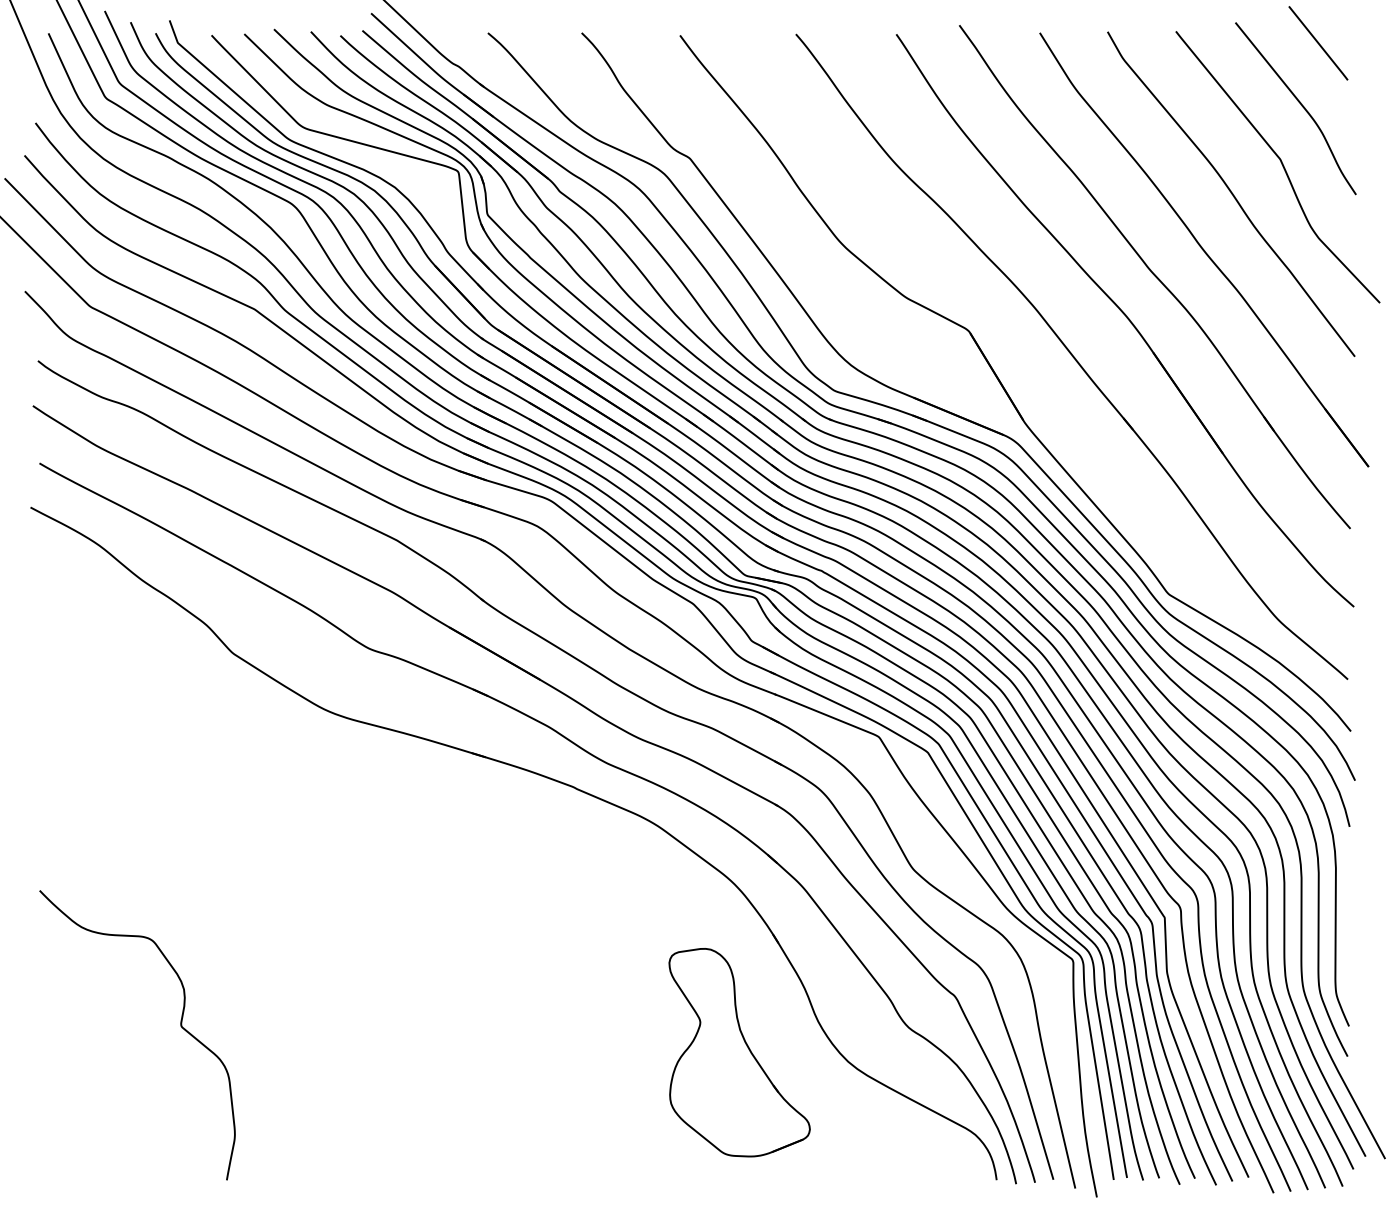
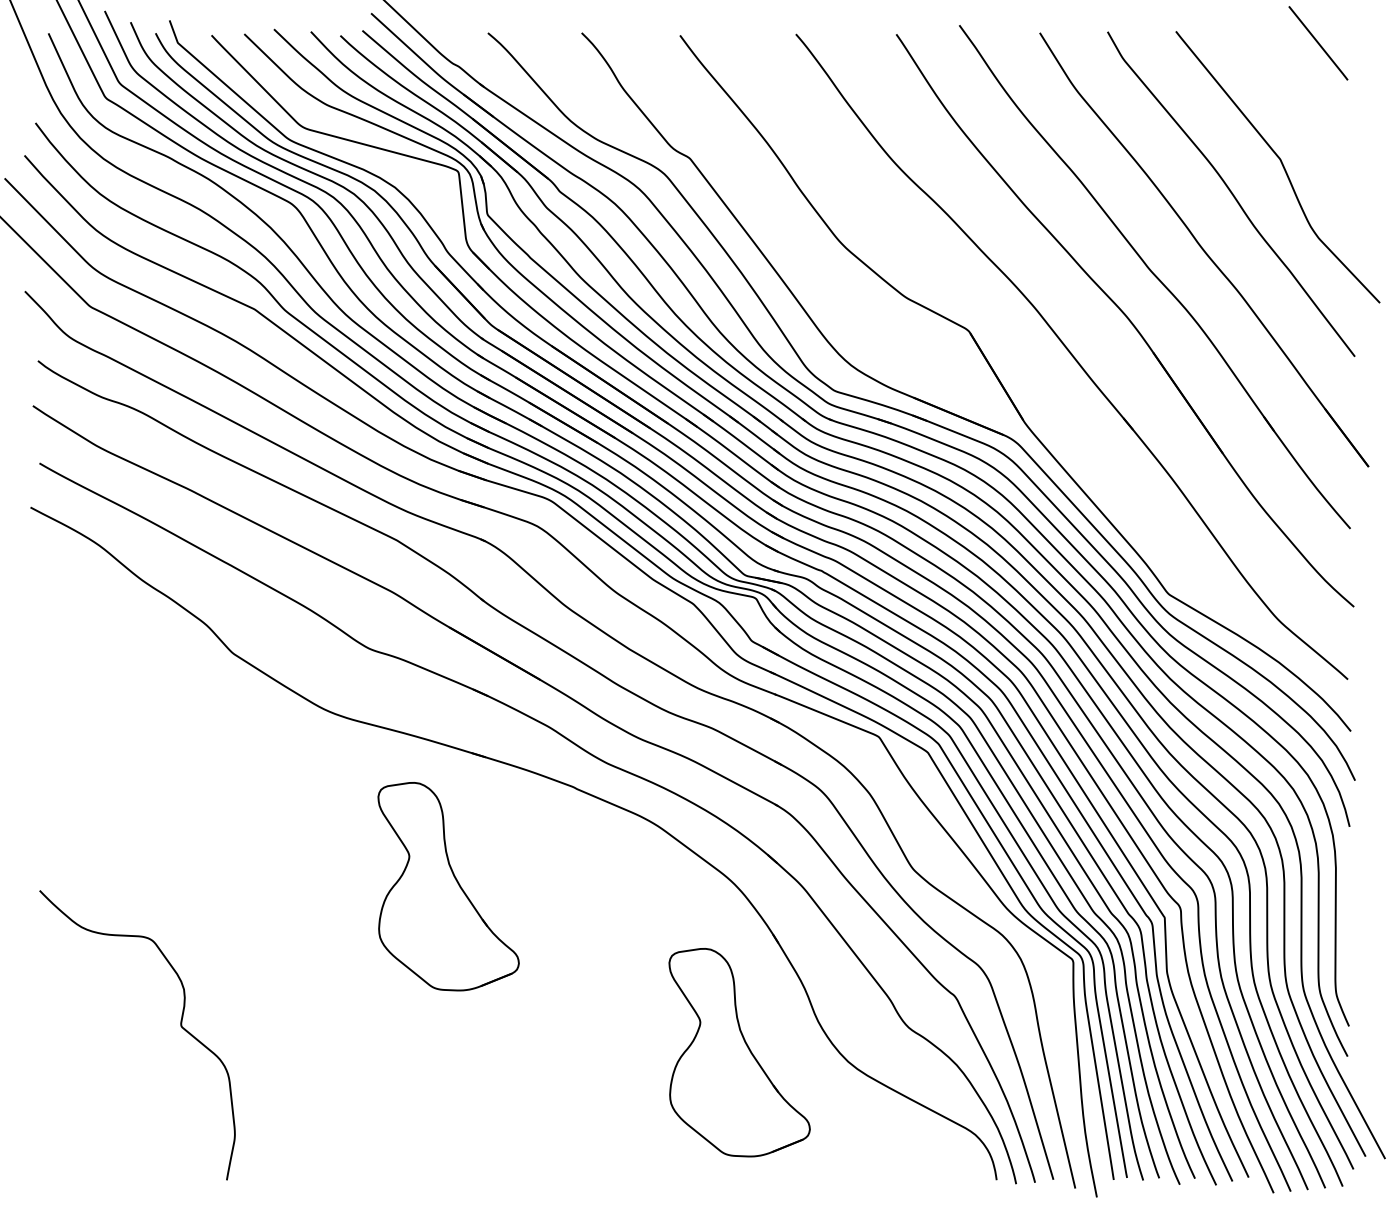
curve at (1301, 106): present -> none
part at (448, 886): none -> present
